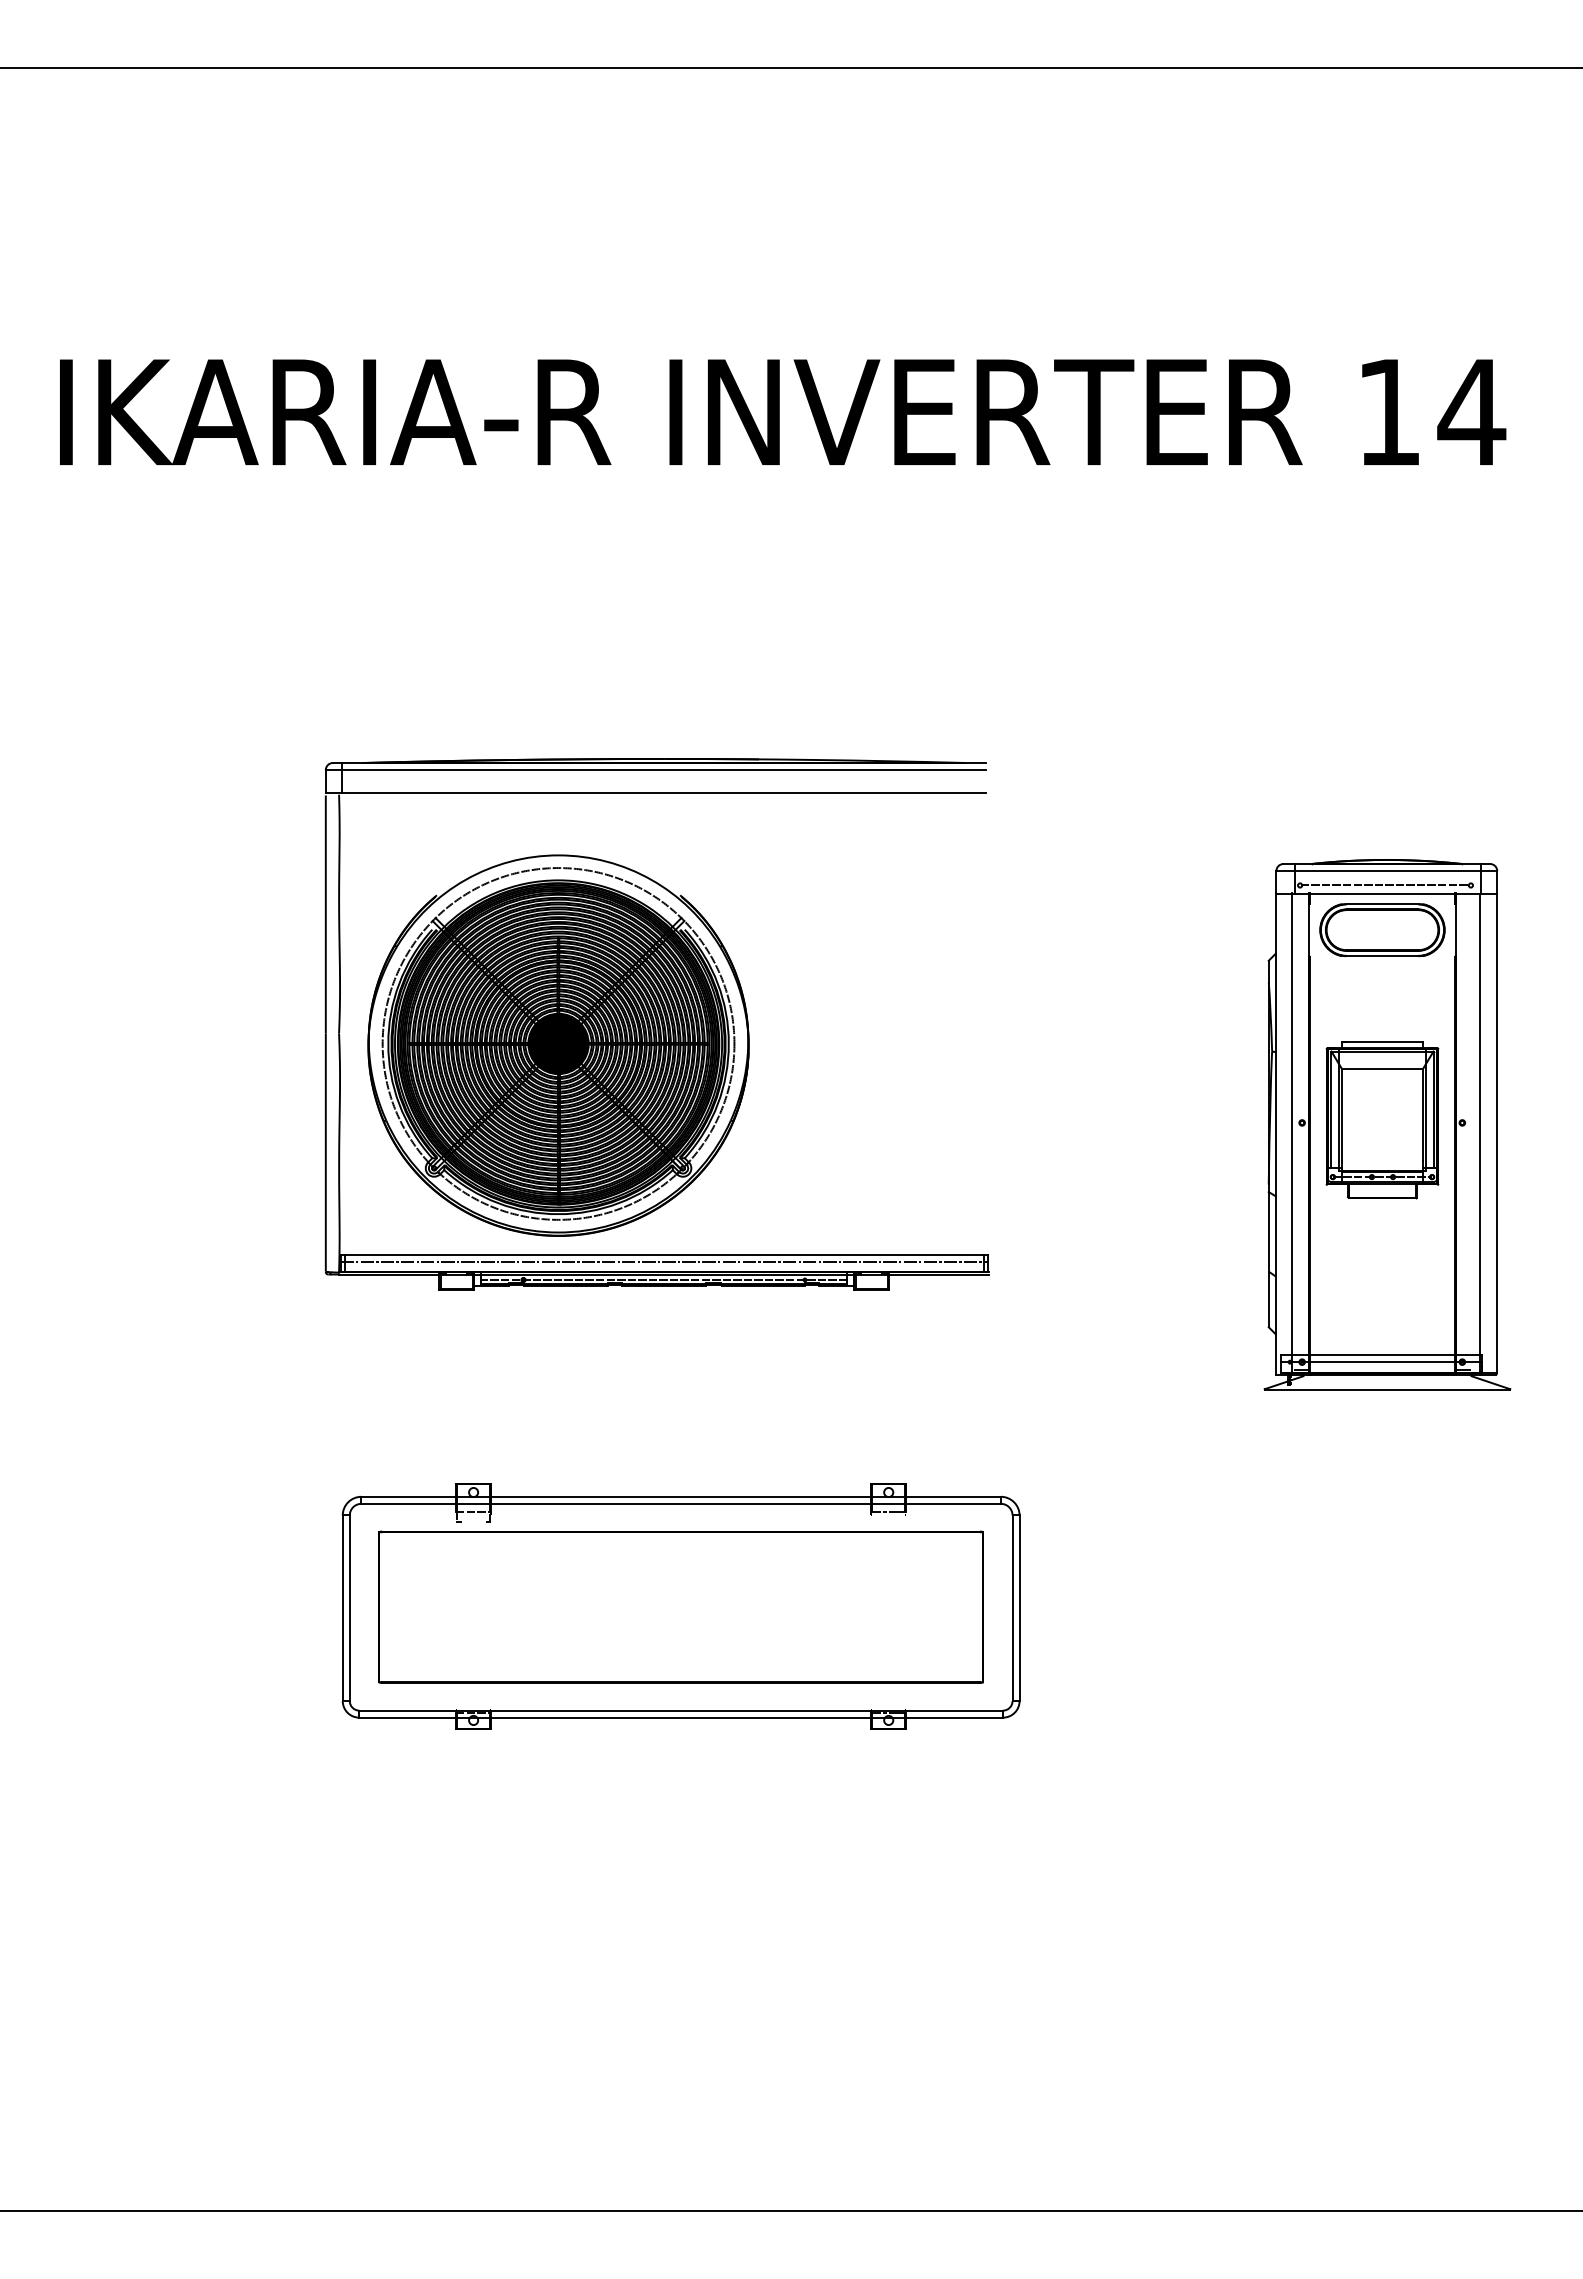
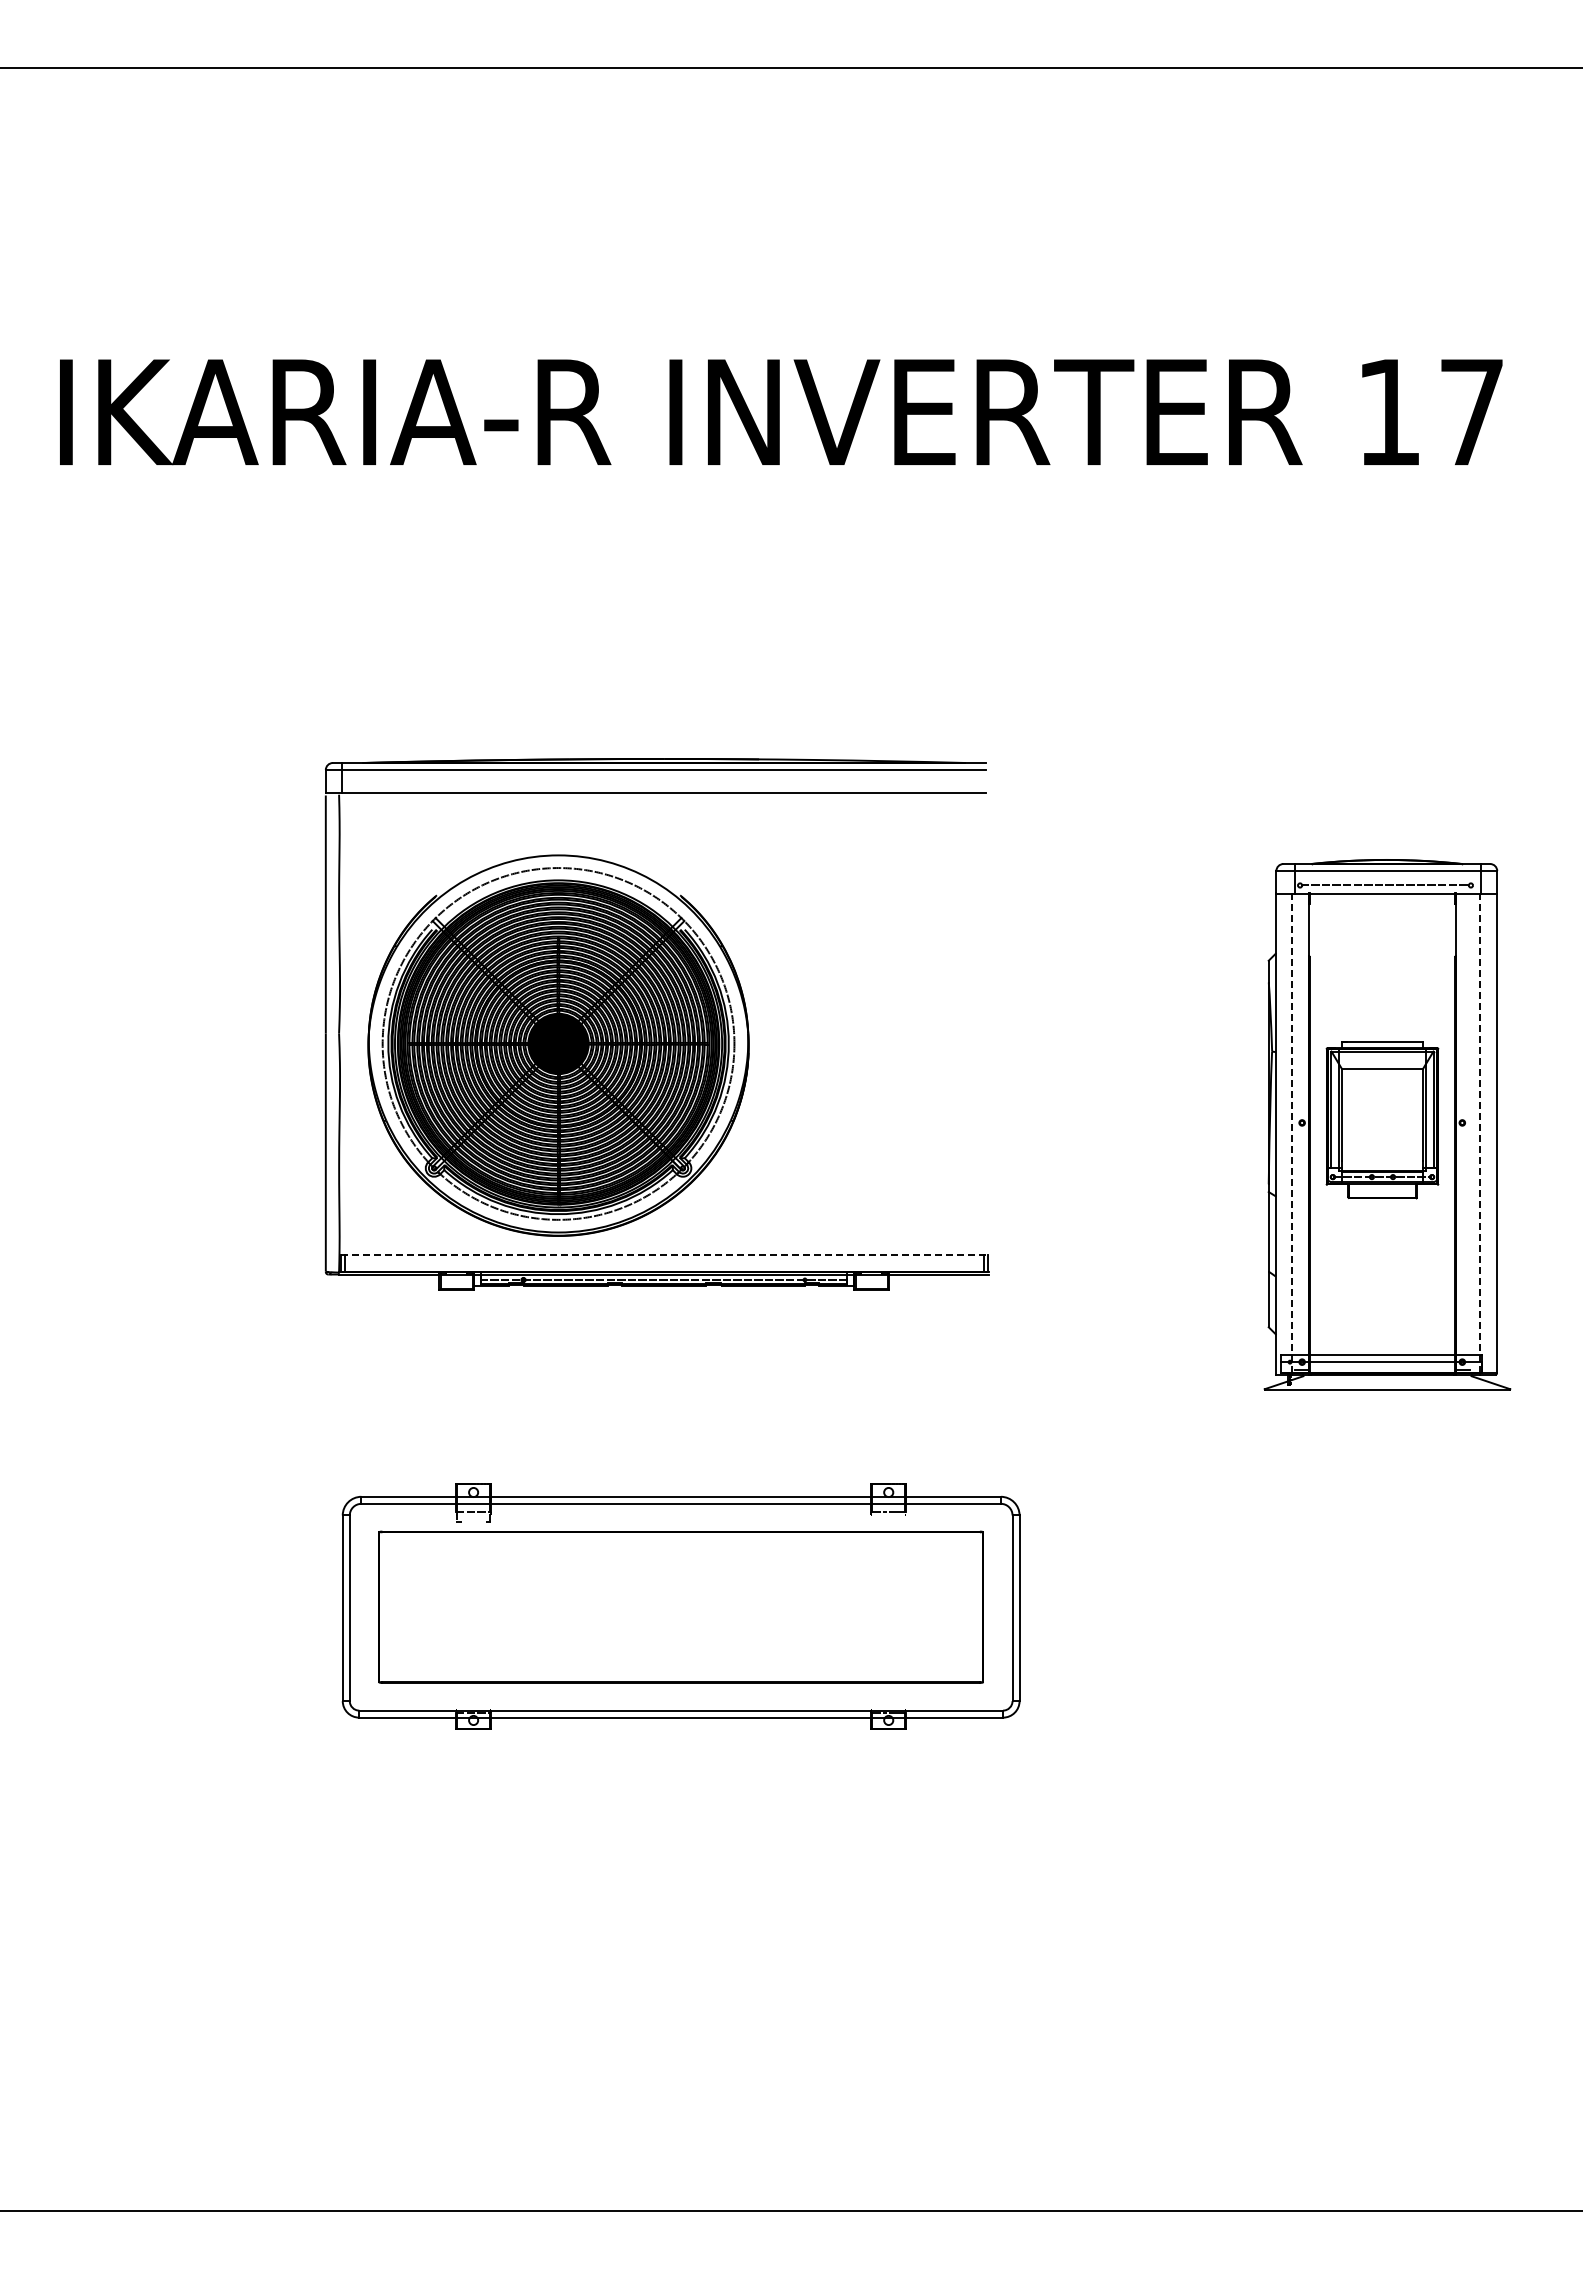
text at (1471, 412): 14 -> 17
part at (1382, 929): present -> none
line at (1292, 1133): solid -> dashed
line at (1480, 1133): solid -> dashed
line at (664, 1254): solid -> dashed
line at (663, 1261): present -> none
